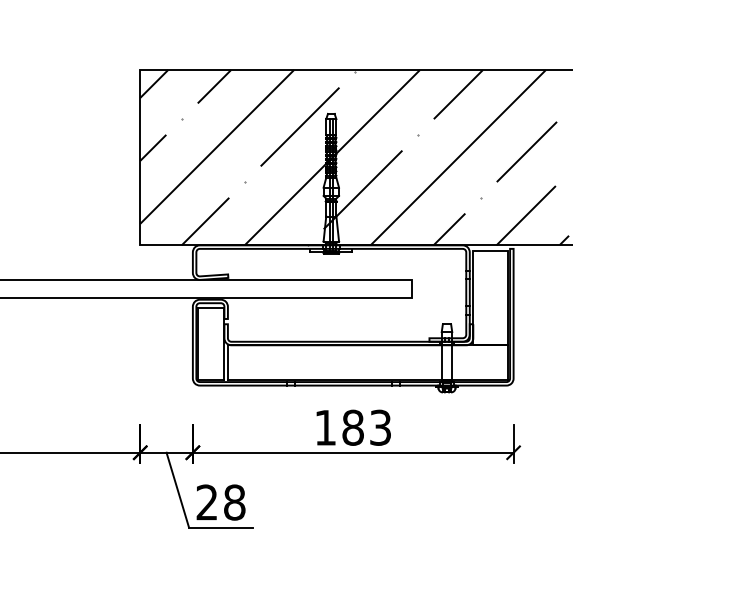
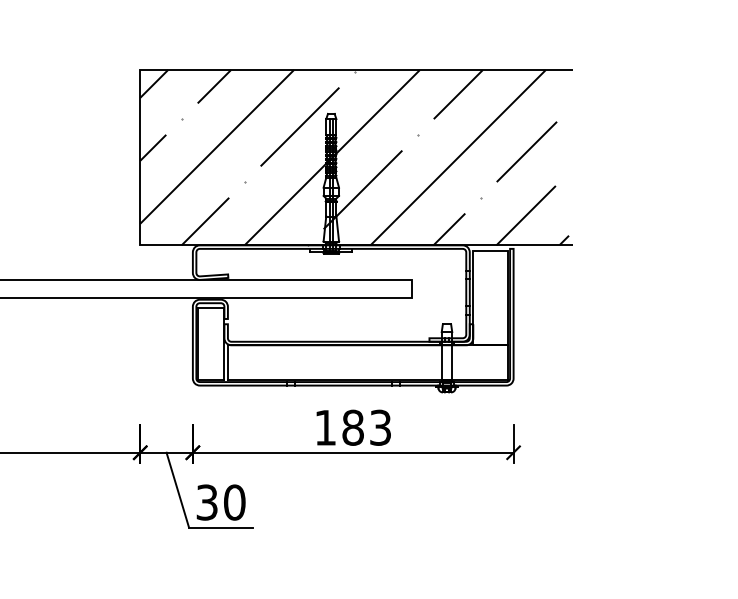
text at (220, 502): 28 -> 30
